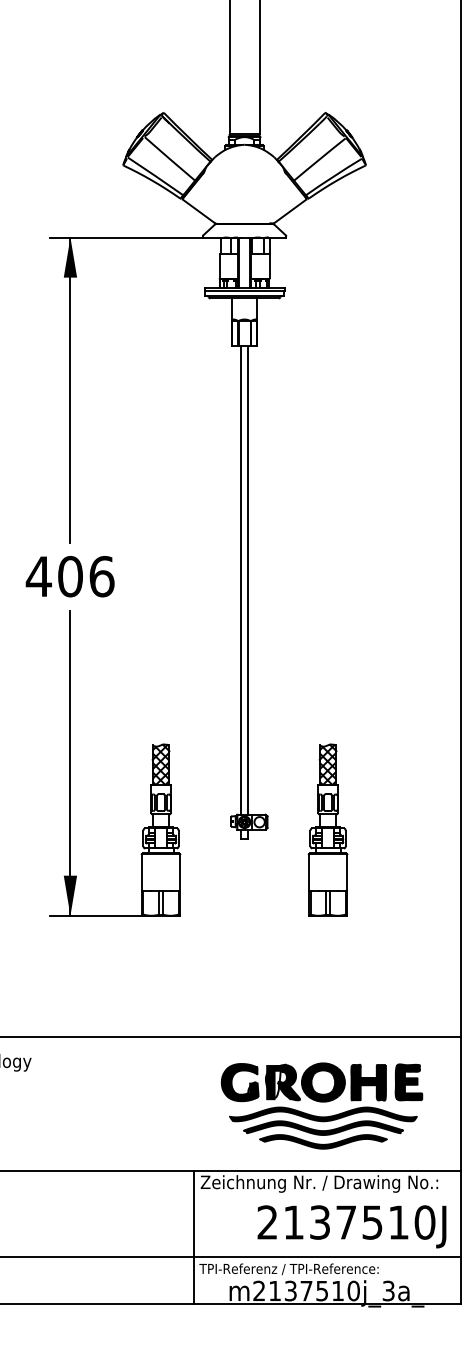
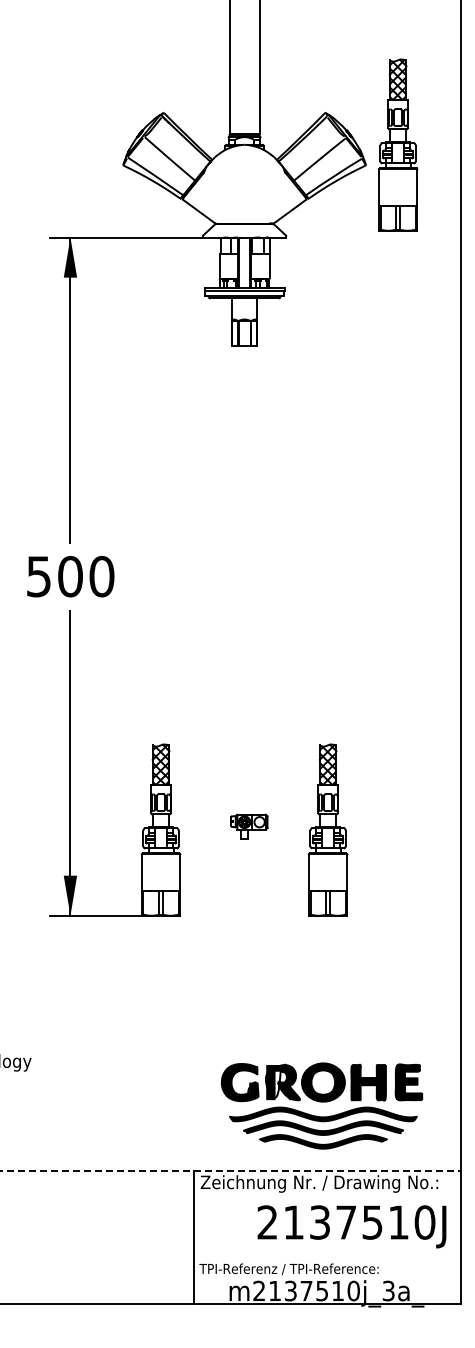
part at (397, 144): none -> present
text at (69, 576): 406 -> 500
line at (241, 580): present -> none
line at (247, 580): present -> none
line at (231, 1036): present -> none
line at (231, 1170): solid -> dashed
line at (231, 1257): present -> none
